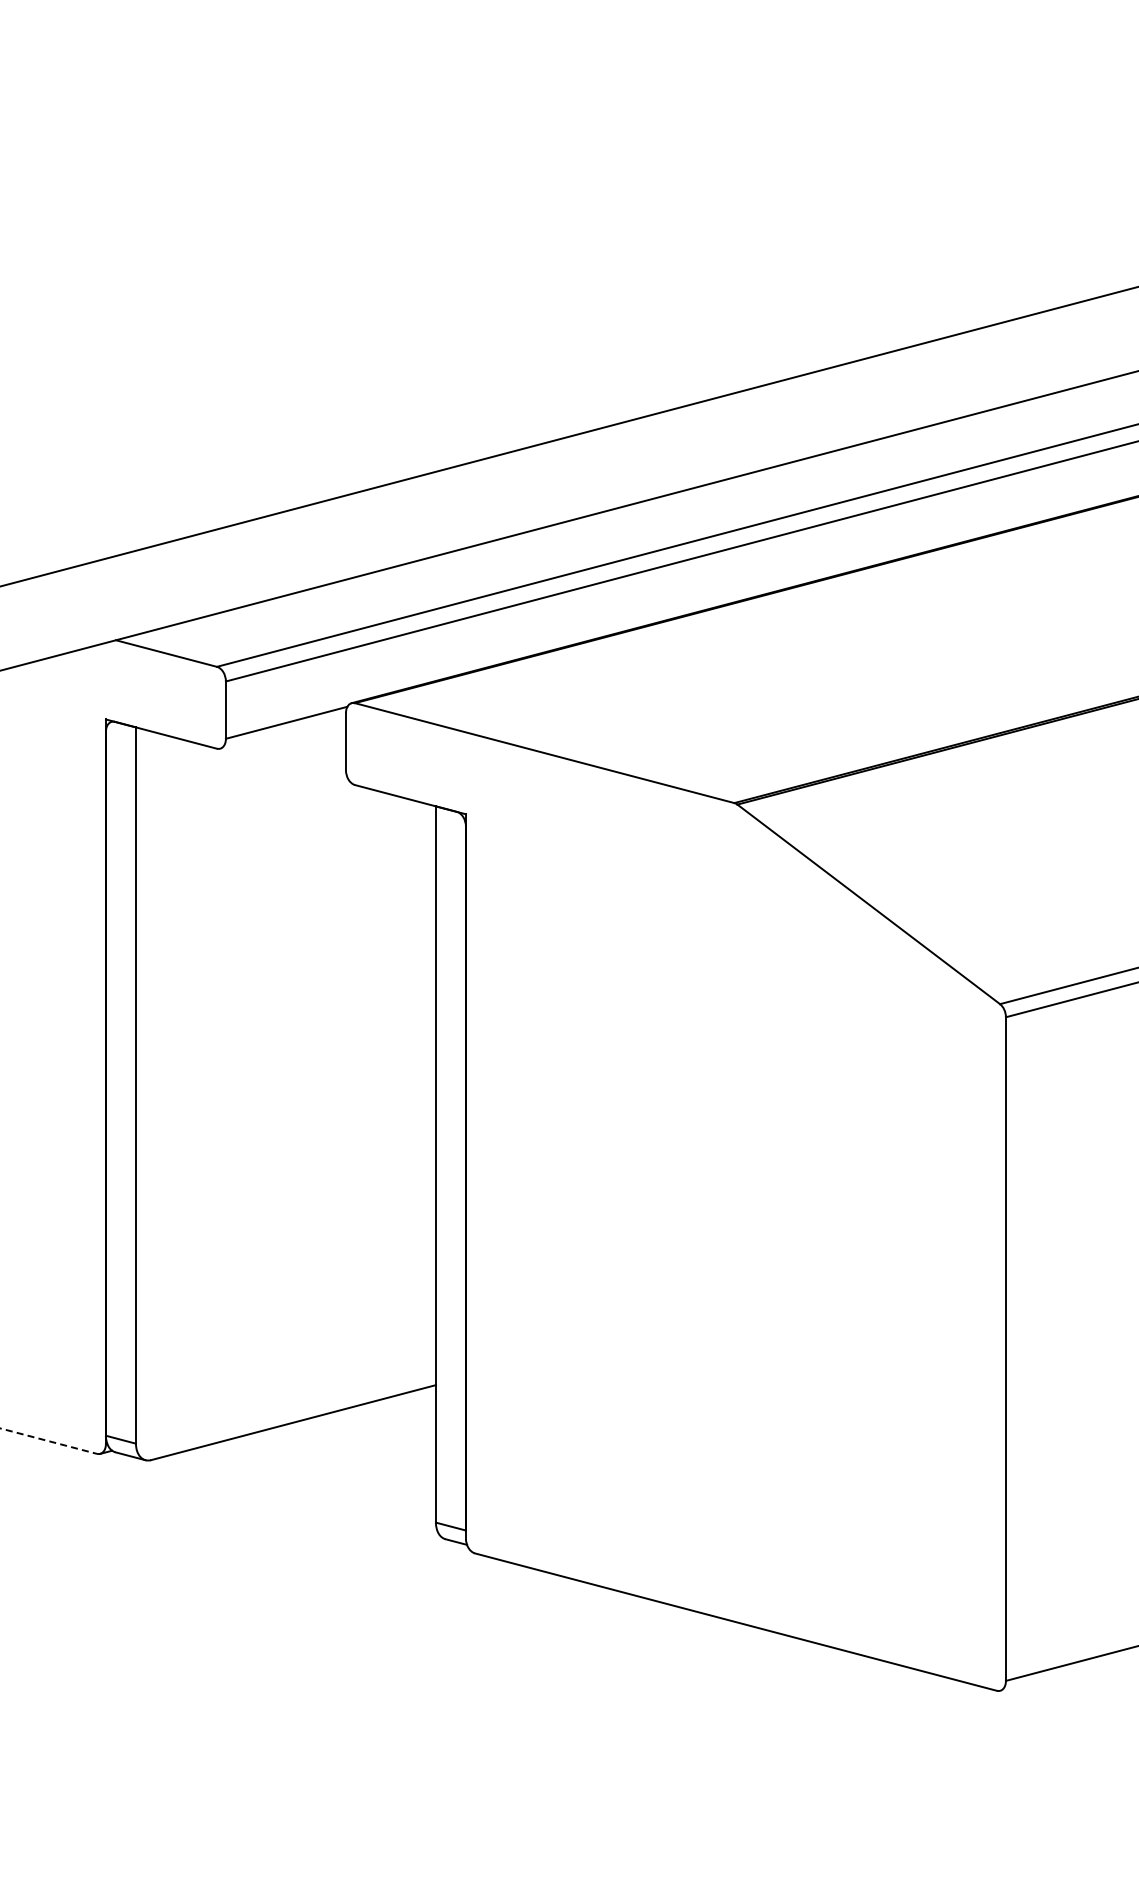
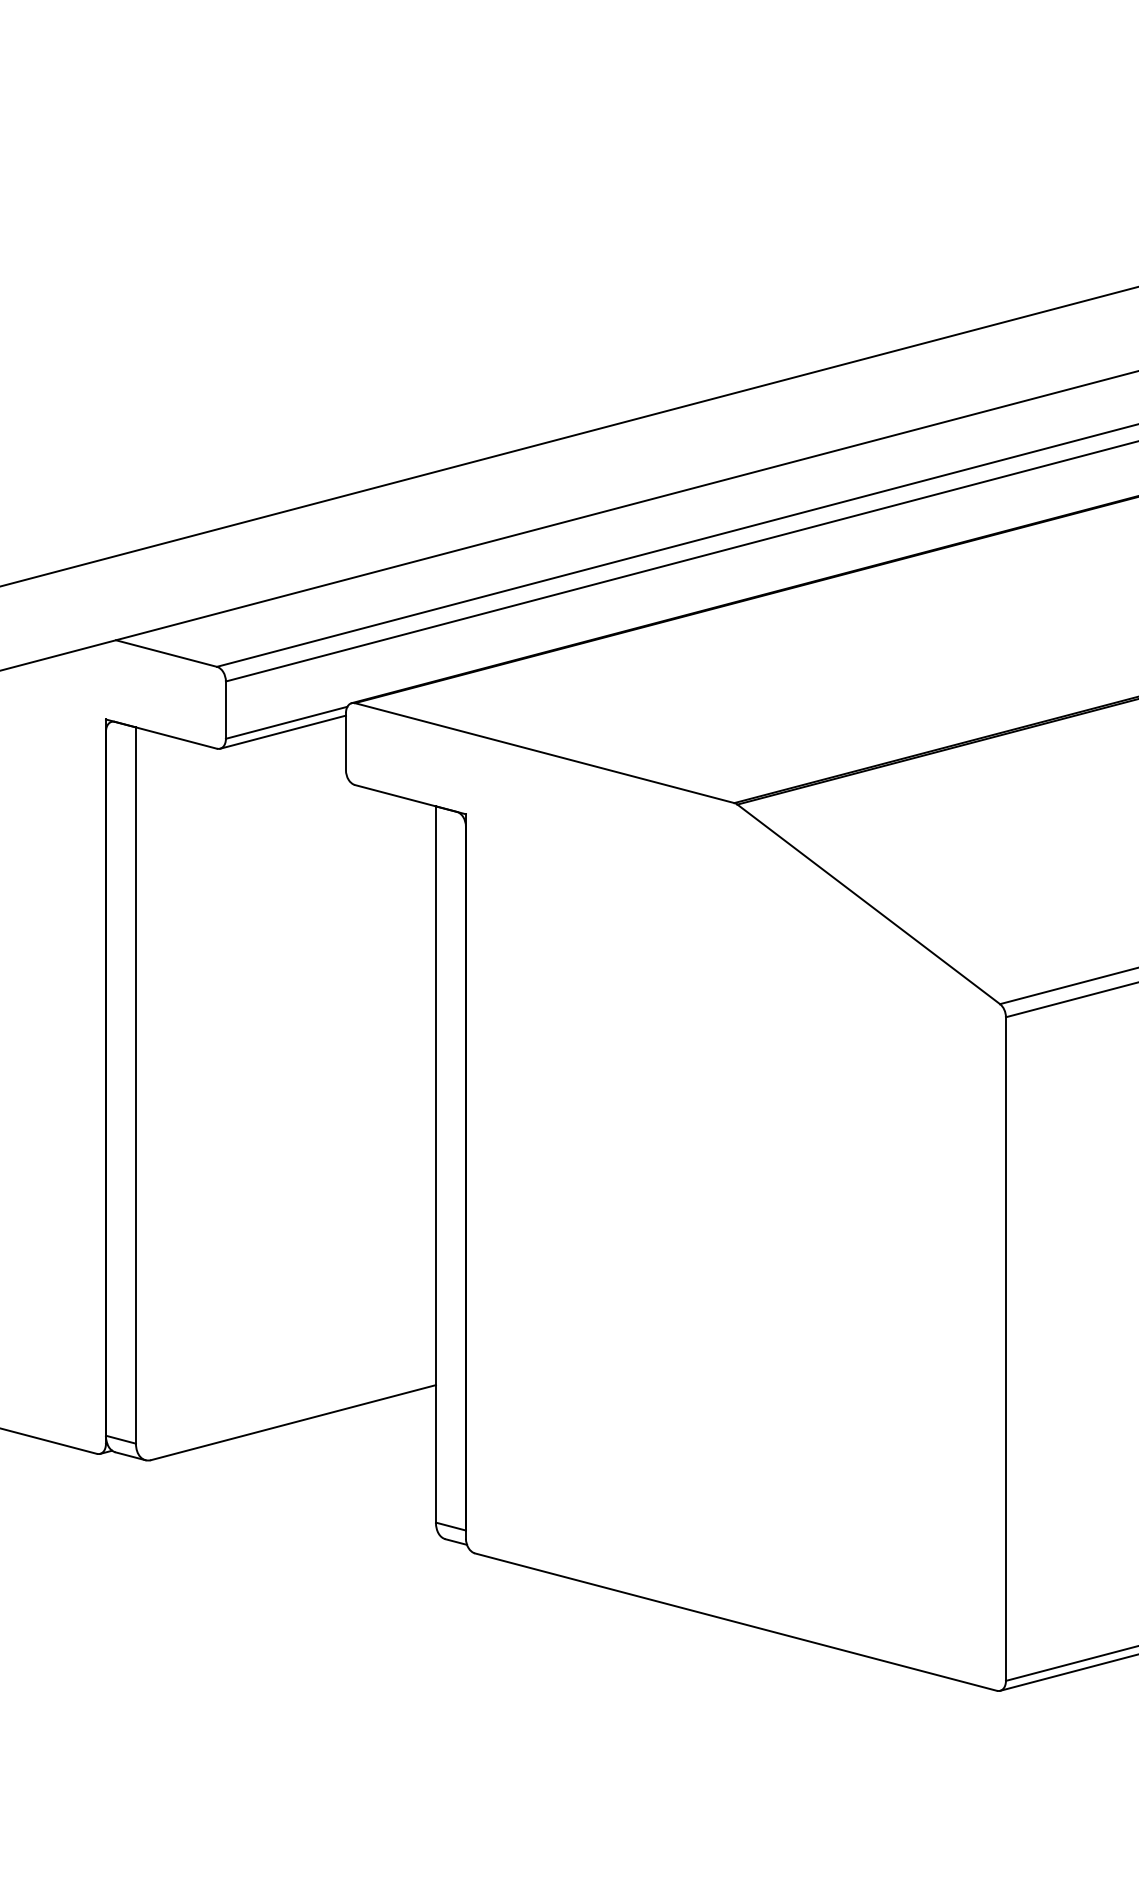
line at (282, 731): none -> present
line at (48, 1441): dashed -> solid
line at (1067, 1672): none -> present
